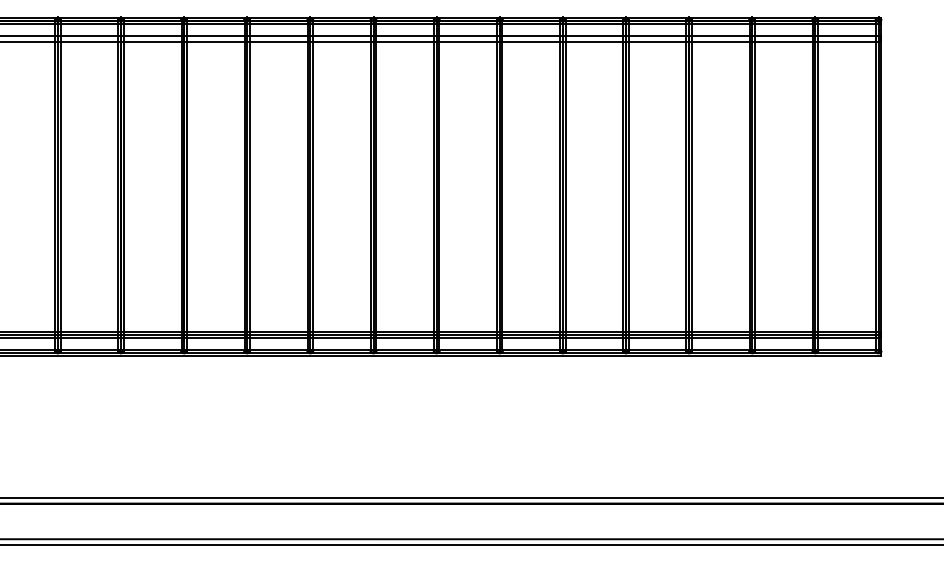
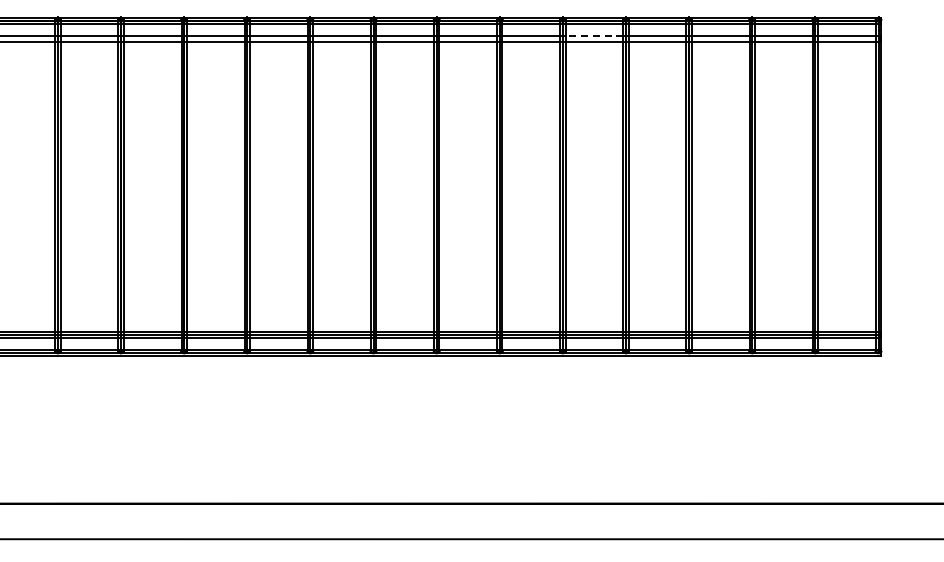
line at (594, 35): solid -> dashed
line at (471, 497): present -> none
line at (471, 545): present -> none
